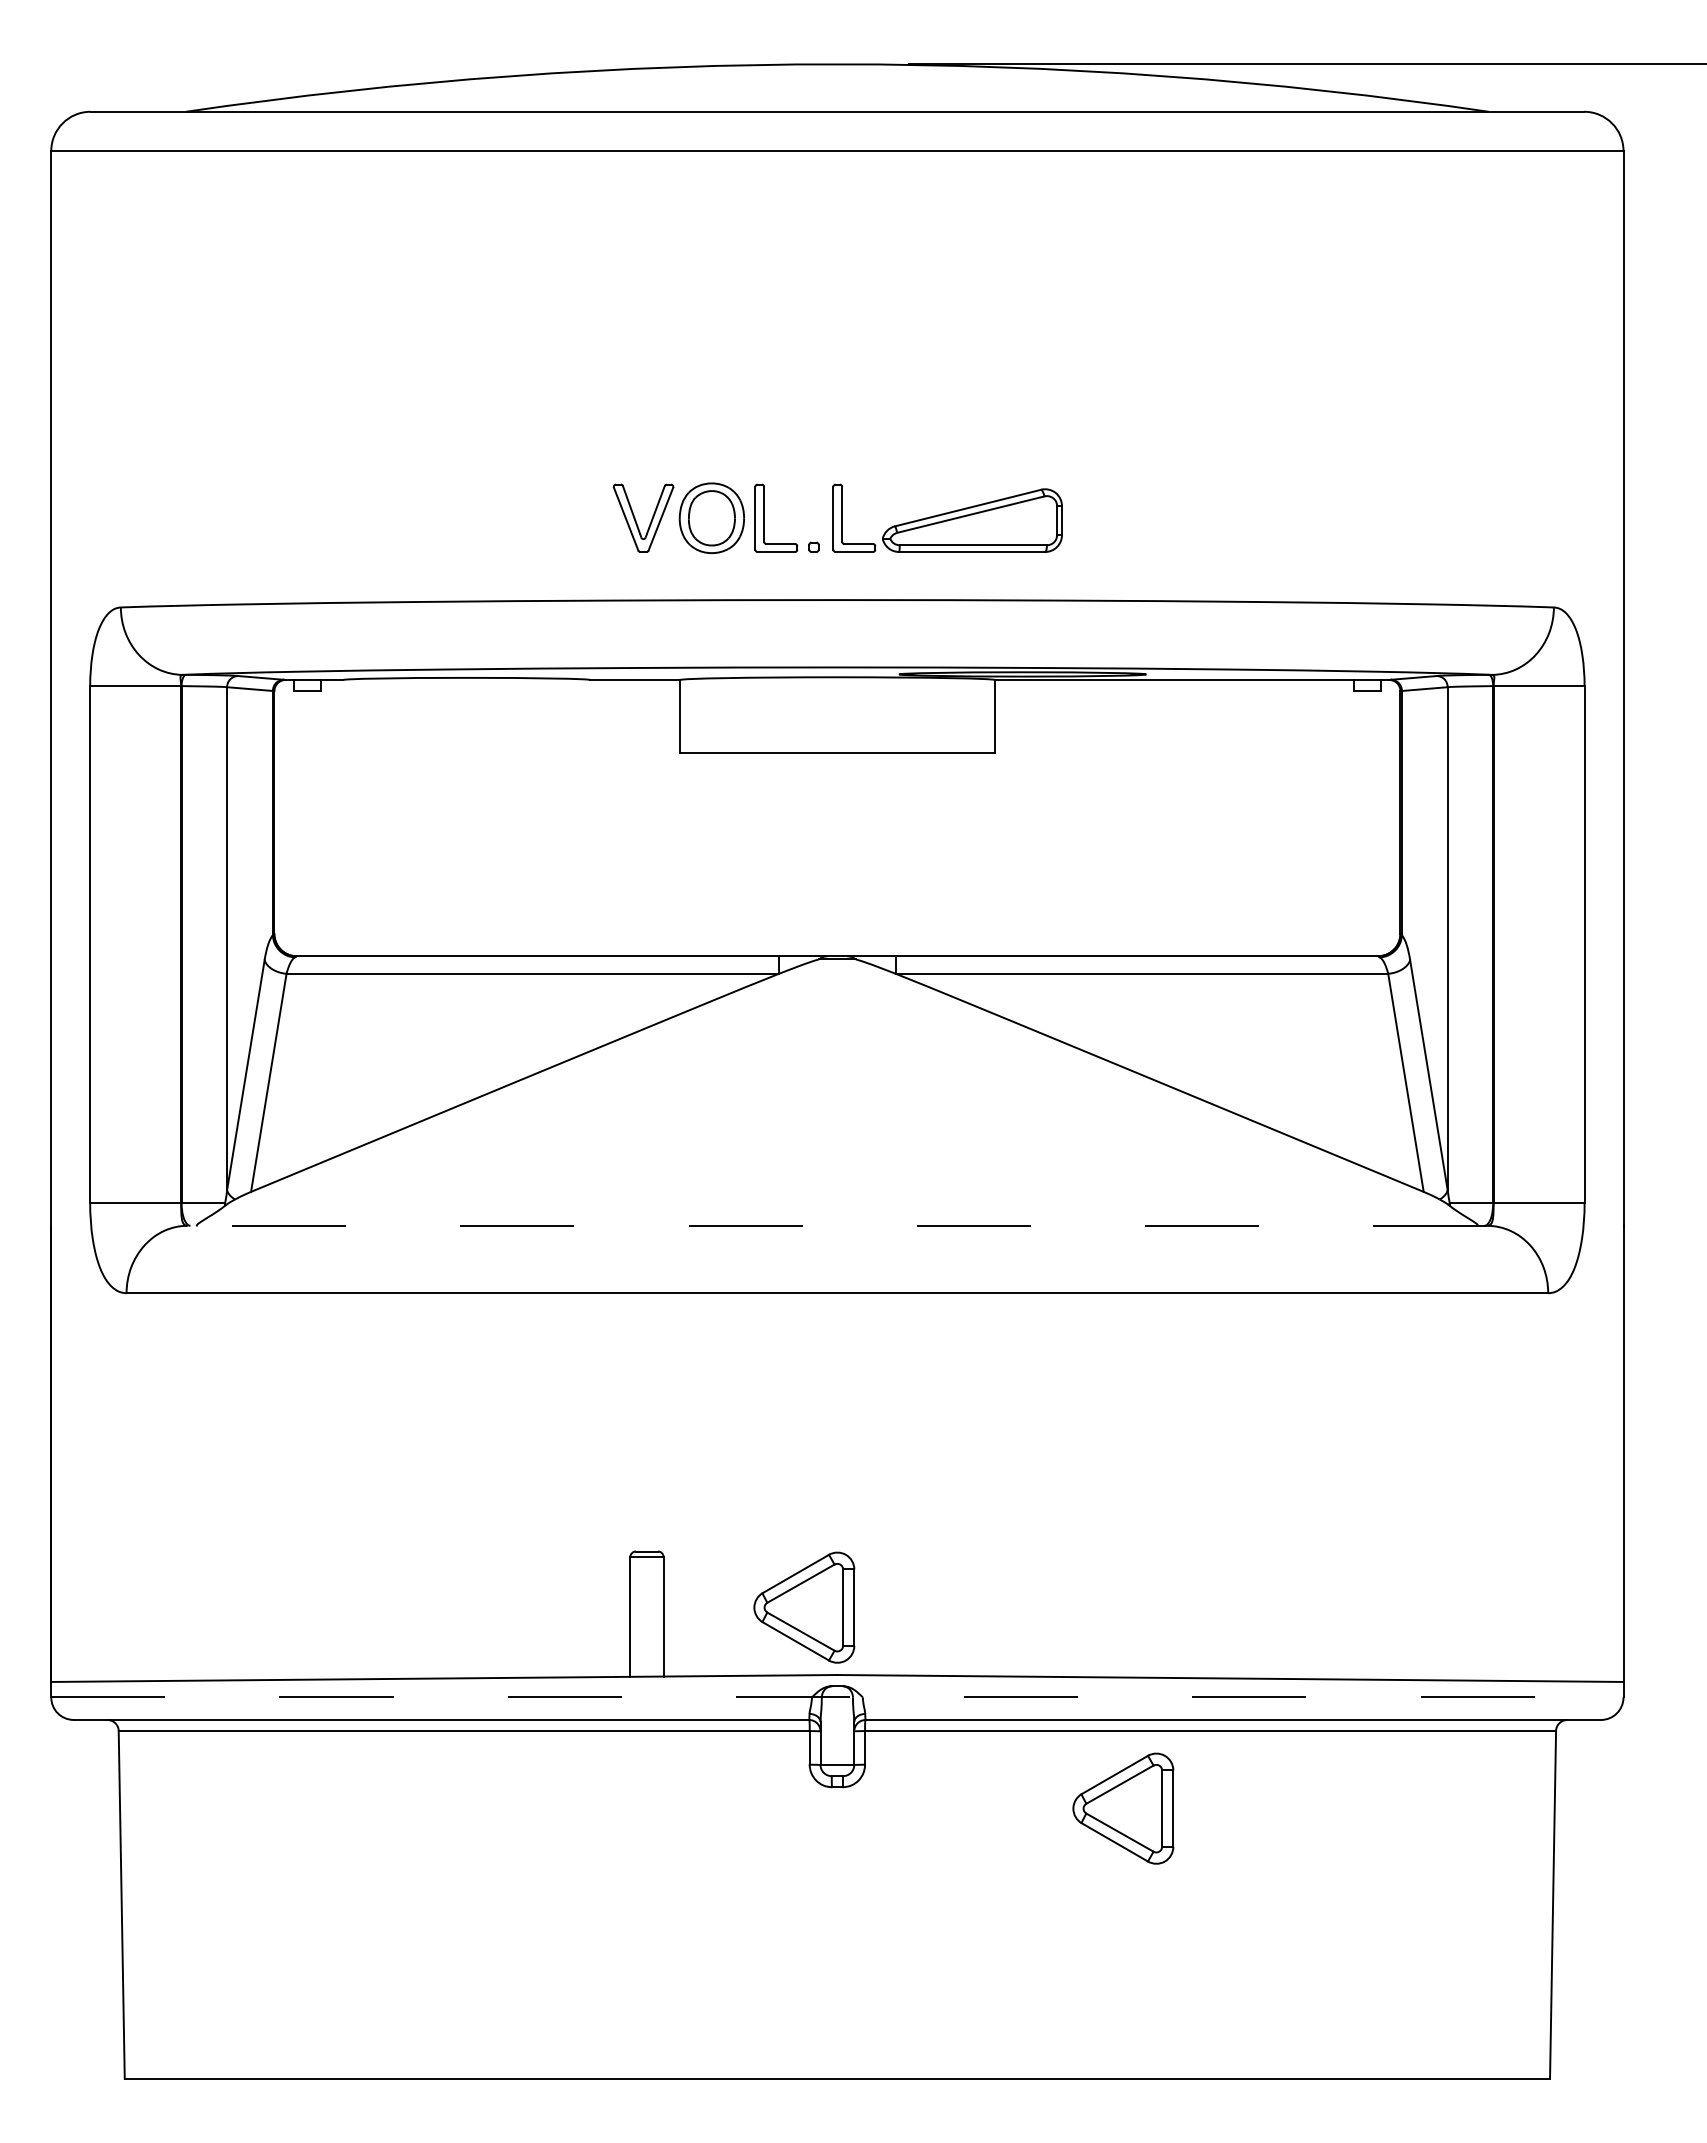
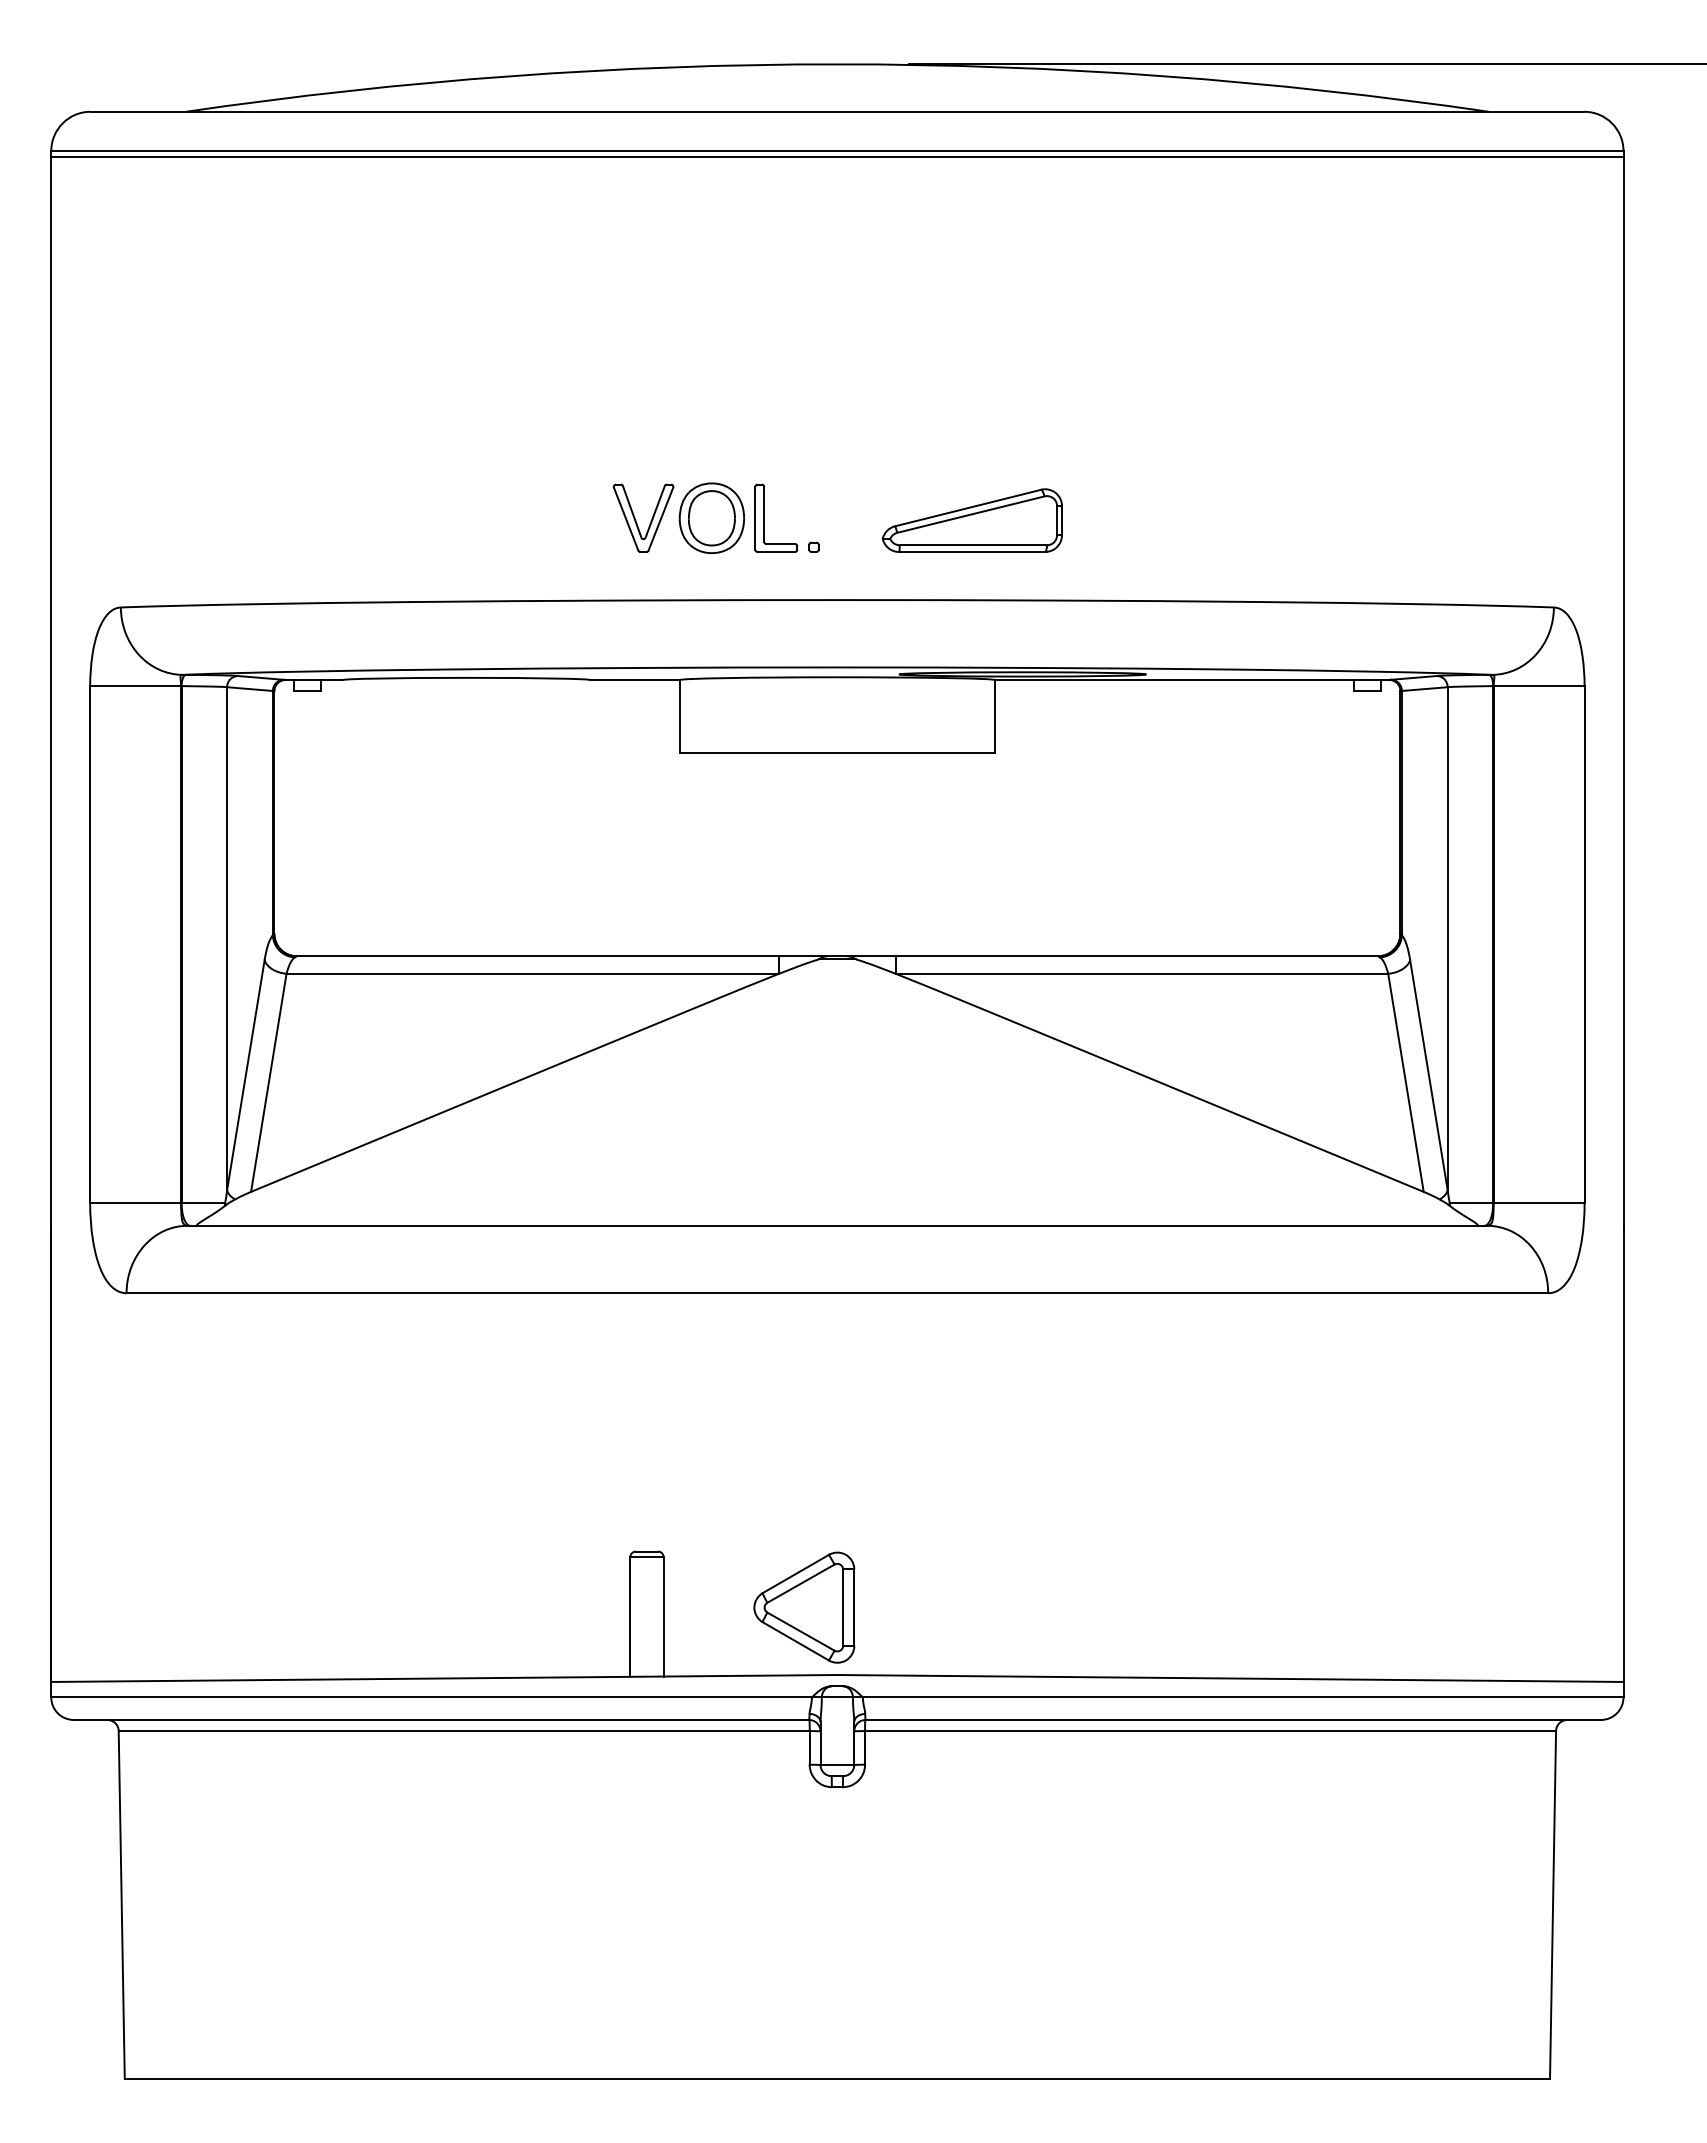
line at (837, 156): none -> present
part at (842, 517): present -> none
line at (837, 1225): dashed -> solid
line at (837, 1697): dashed -> solid
part at (1123, 1808): present -> none
